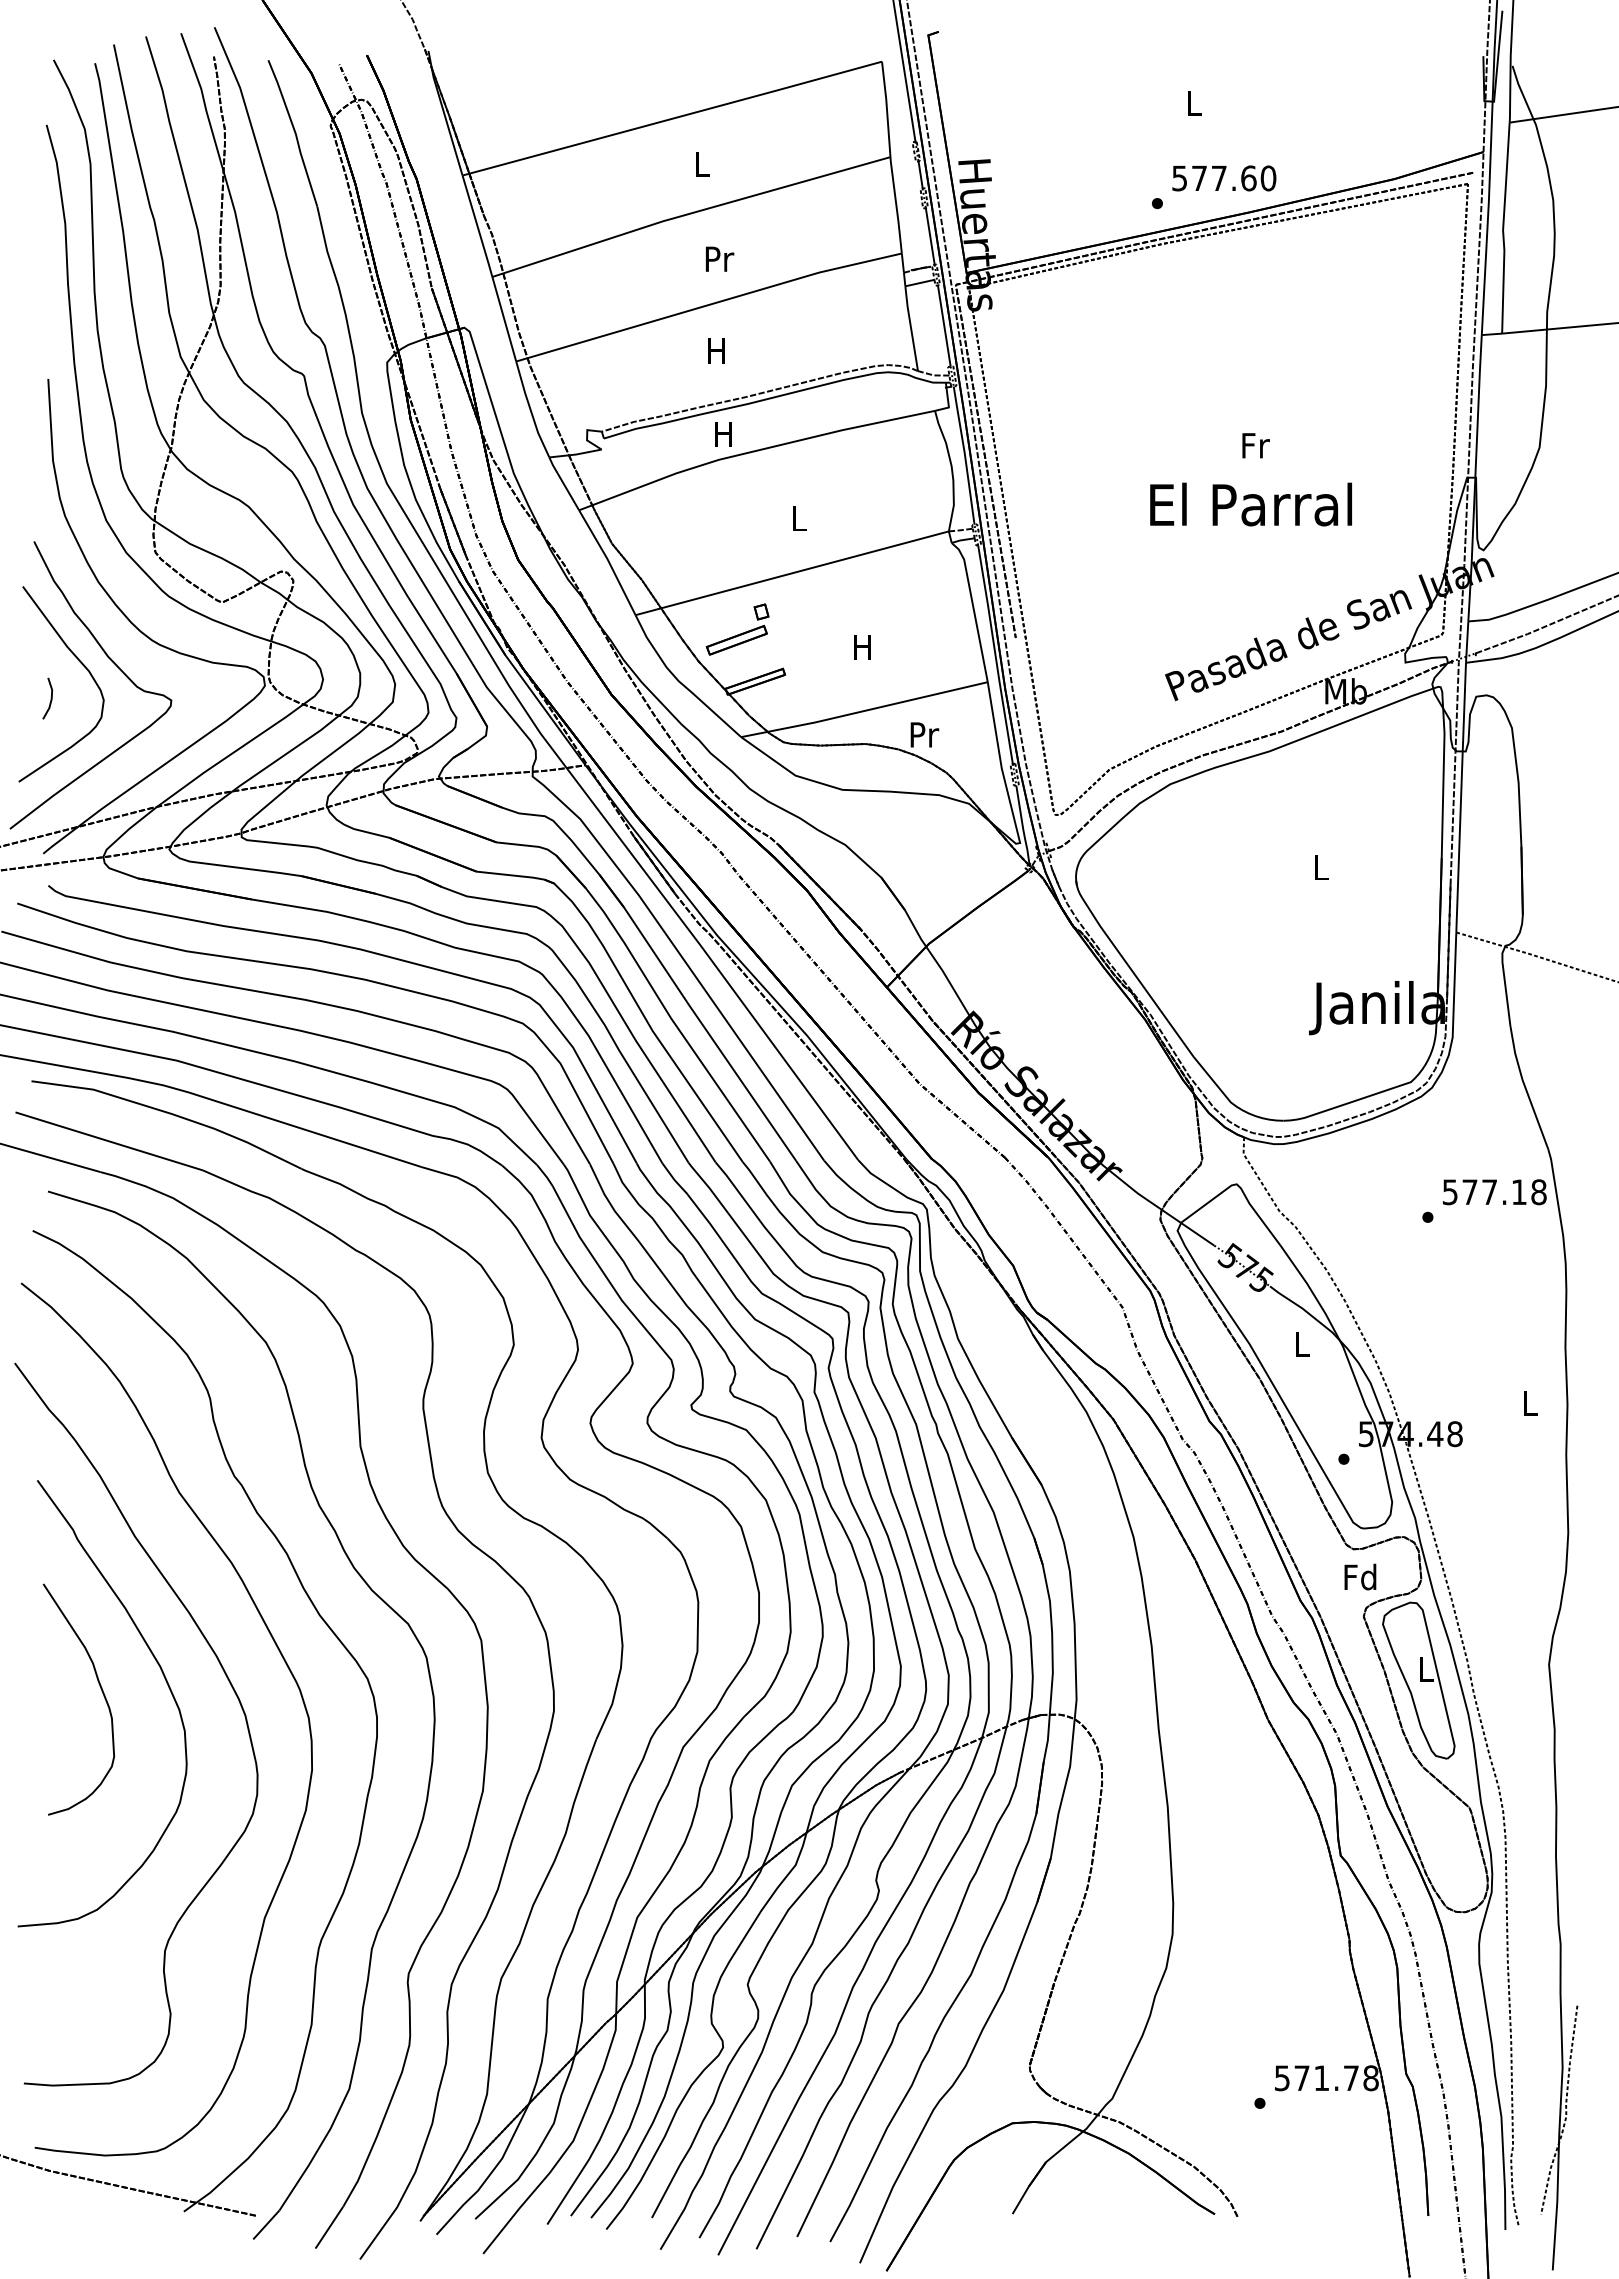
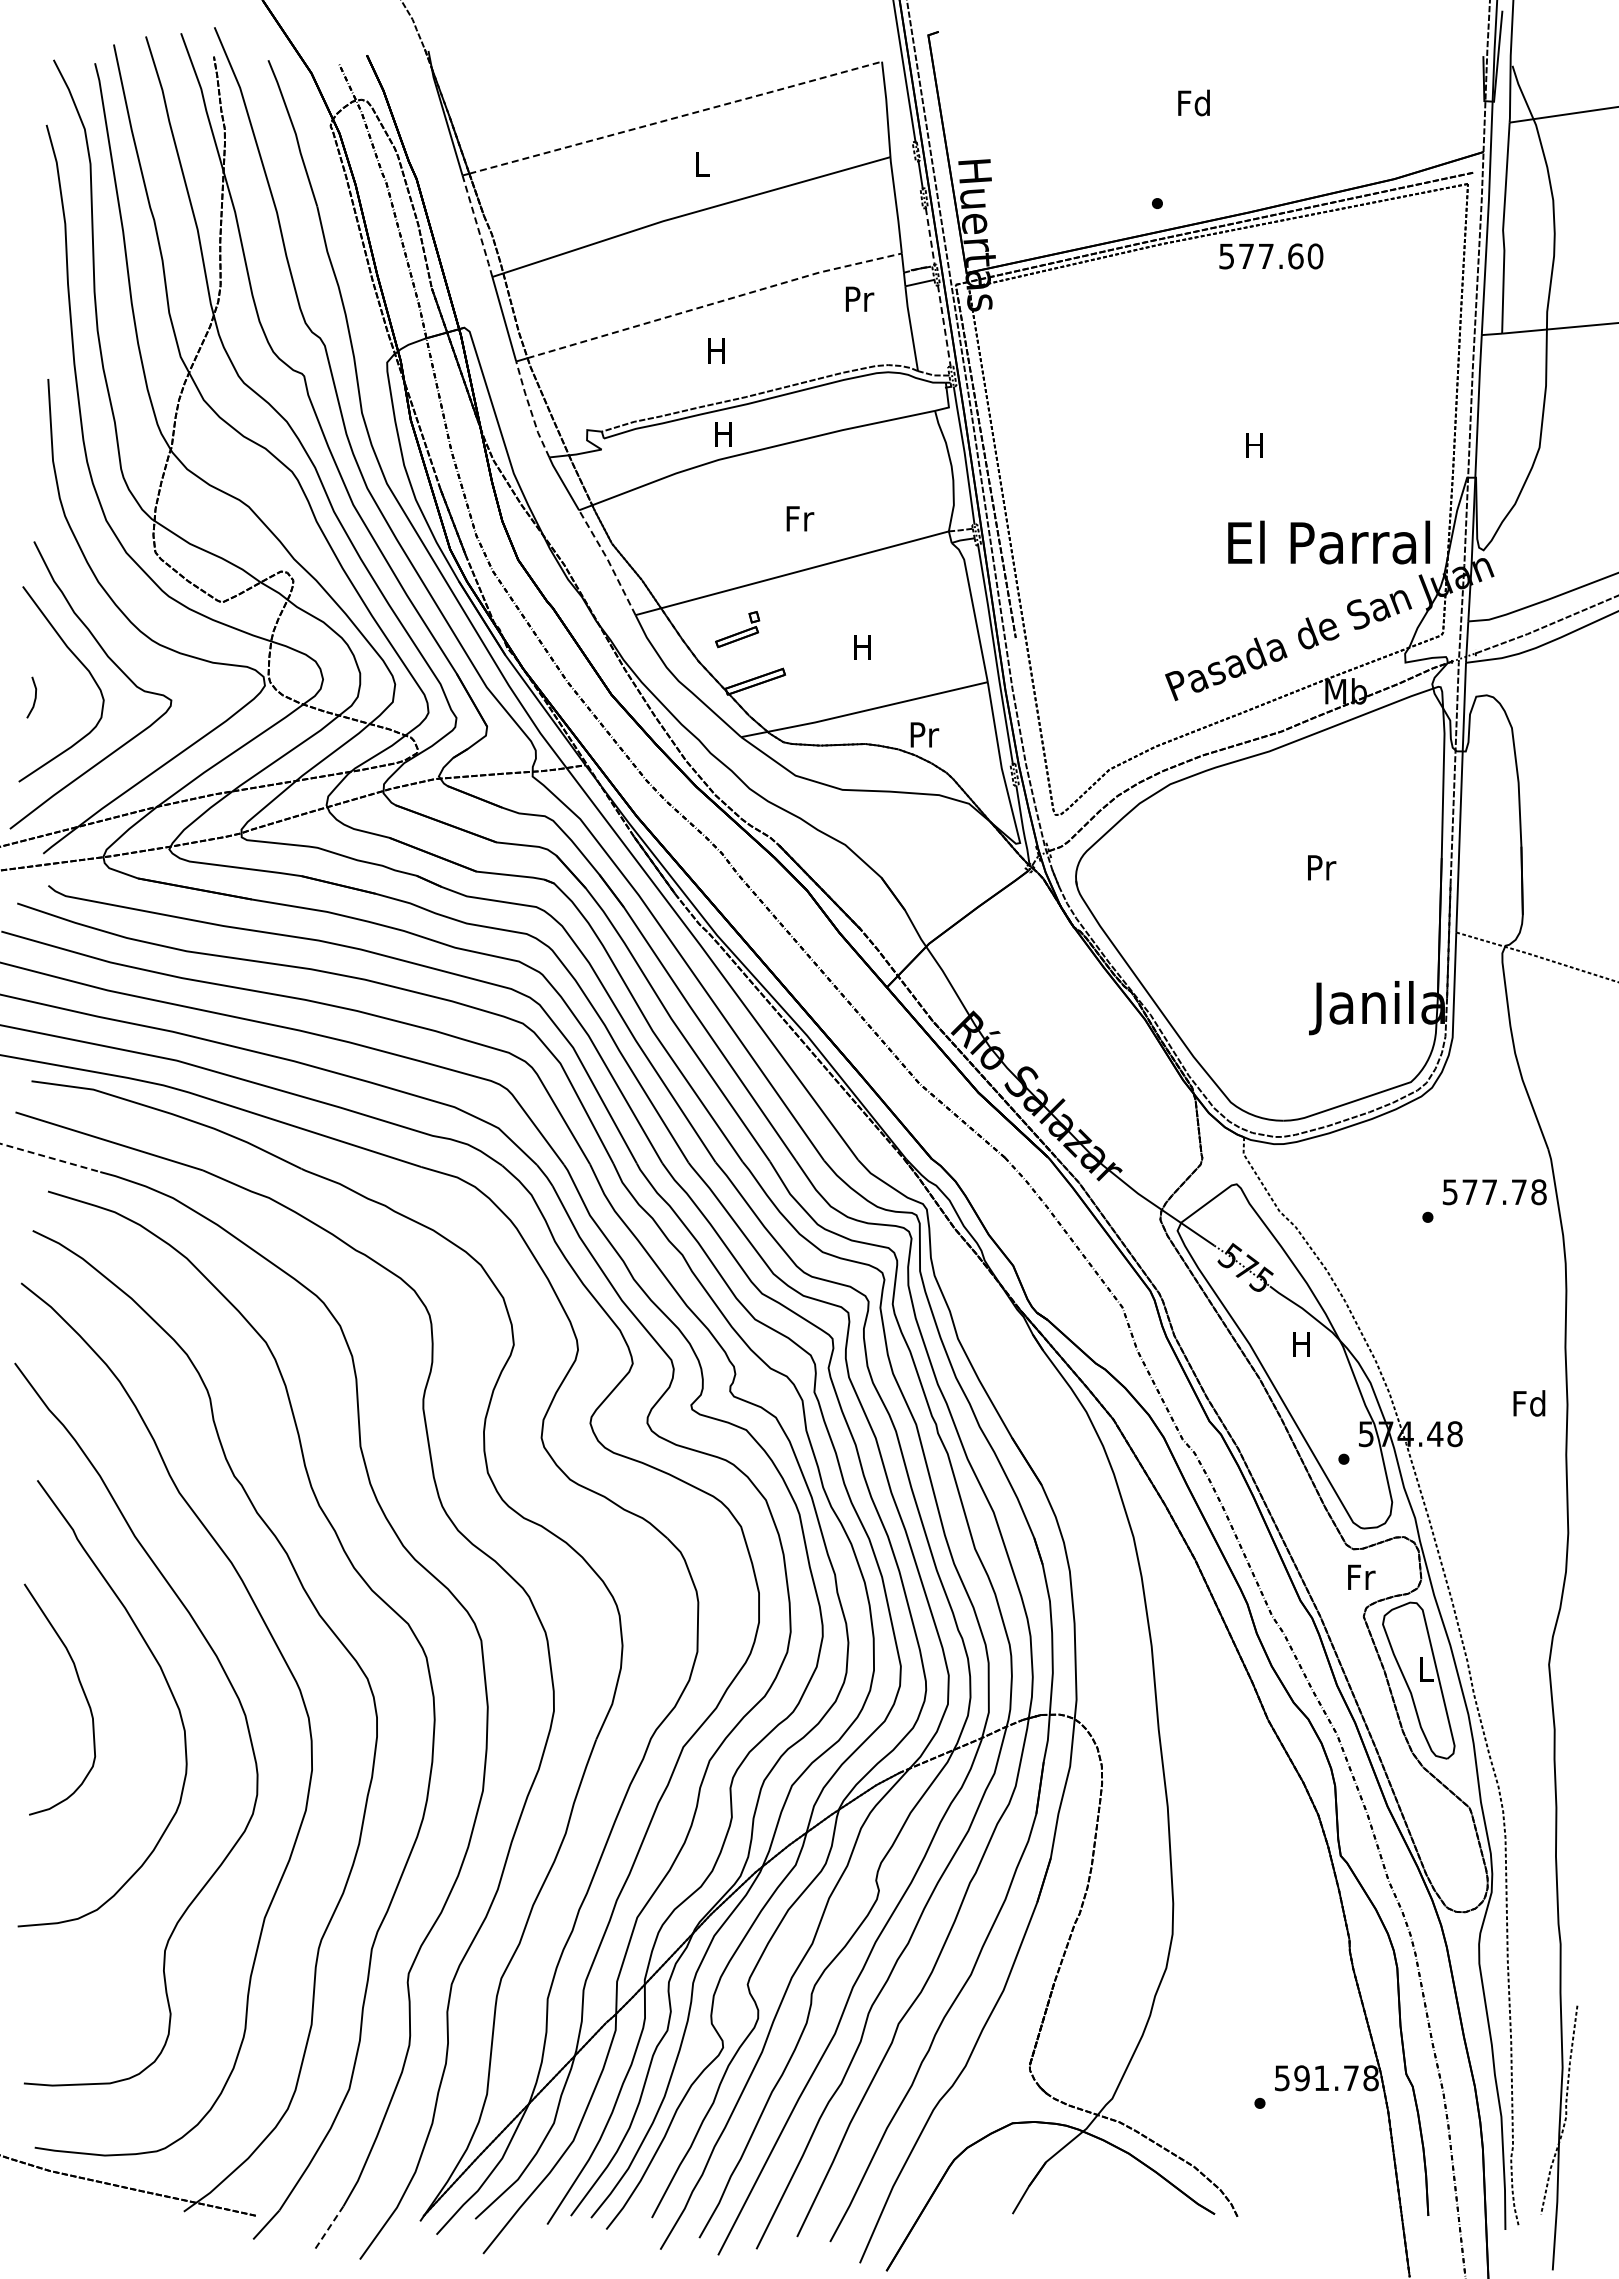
text at (1193, 102): L -> Fd
line at (676, 117): solid -> dashed
text at (1224, 178) position: (1224, 178) -> (1271, 256)
line at (477, 226): solid -> dashed
line at (930, 236): solid -> dashed
text at (720, 258) position: (720, 258) -> (860, 298)
line at (715, 303): solid -> dashed
line at (944, 326): solid -> dashed
line at (530, 410): solid -> dashed
text at (1255, 445): Fr -> H
text at (1250, 504) position: (1250, 504) -> (1328, 542)
text at (800, 518): L -> Fr
line at (608, 561): solid -> dashed
part at (737, 629) size: 65x53 px -> 46x38 px
line at (50, 698) position: (50, 698) -> (34, 697)
text at (1322, 867): L -> Pr
line at (50, 1157): solid -> dashed
text at (1519, 1191): 577.18 -> 577.78
text at (1301, 1344): L -> H
text at (1529, 1403): L -> Fd
text at (1360, 1576): Fd -> Fr
curve at (101, 1691) position: (101, 1691) -> (82, 1691)
text at (1301, 2078): 571.78 -> 591.78
line at (329, 2227): solid -> dashed
